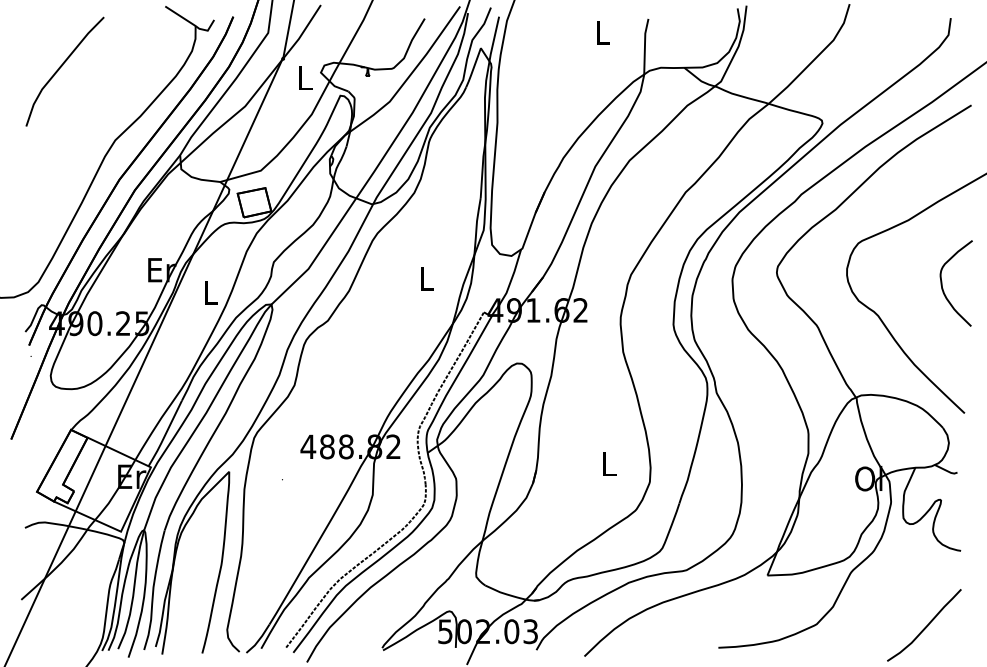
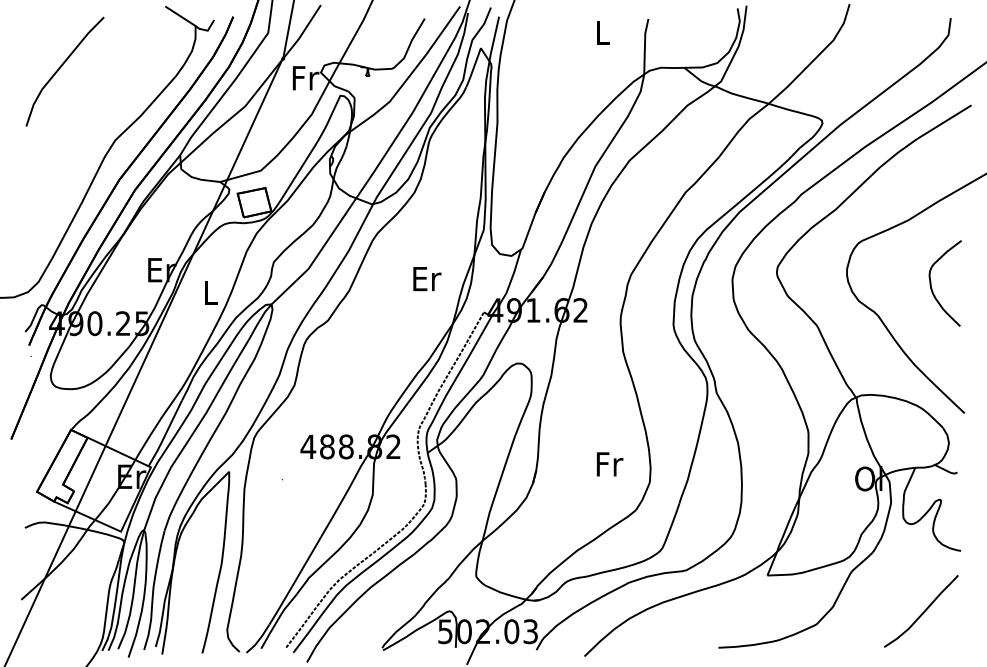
text at (305, 78): L -> Fr
text at (427, 279): L -> Er
curve at (942, 283) position: (942, 283) -> (931, 283)
text at (609, 464): L -> Fr
curve at (925, 626) position: (925, 626) -> (922, 612)
